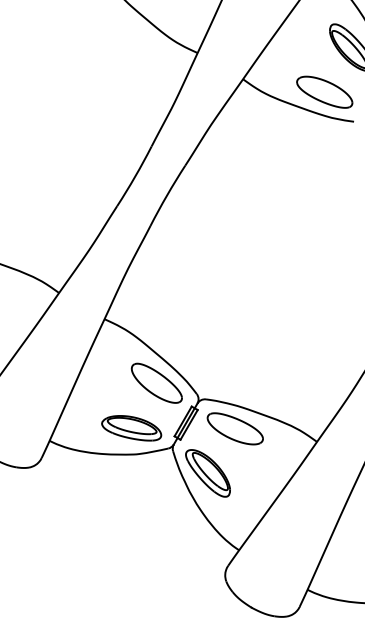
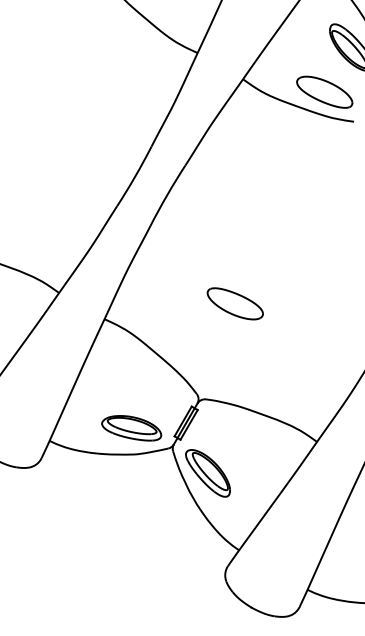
part at (156, 382): present -> none
part at (234, 428) position: (234, 428) -> (234, 303)
